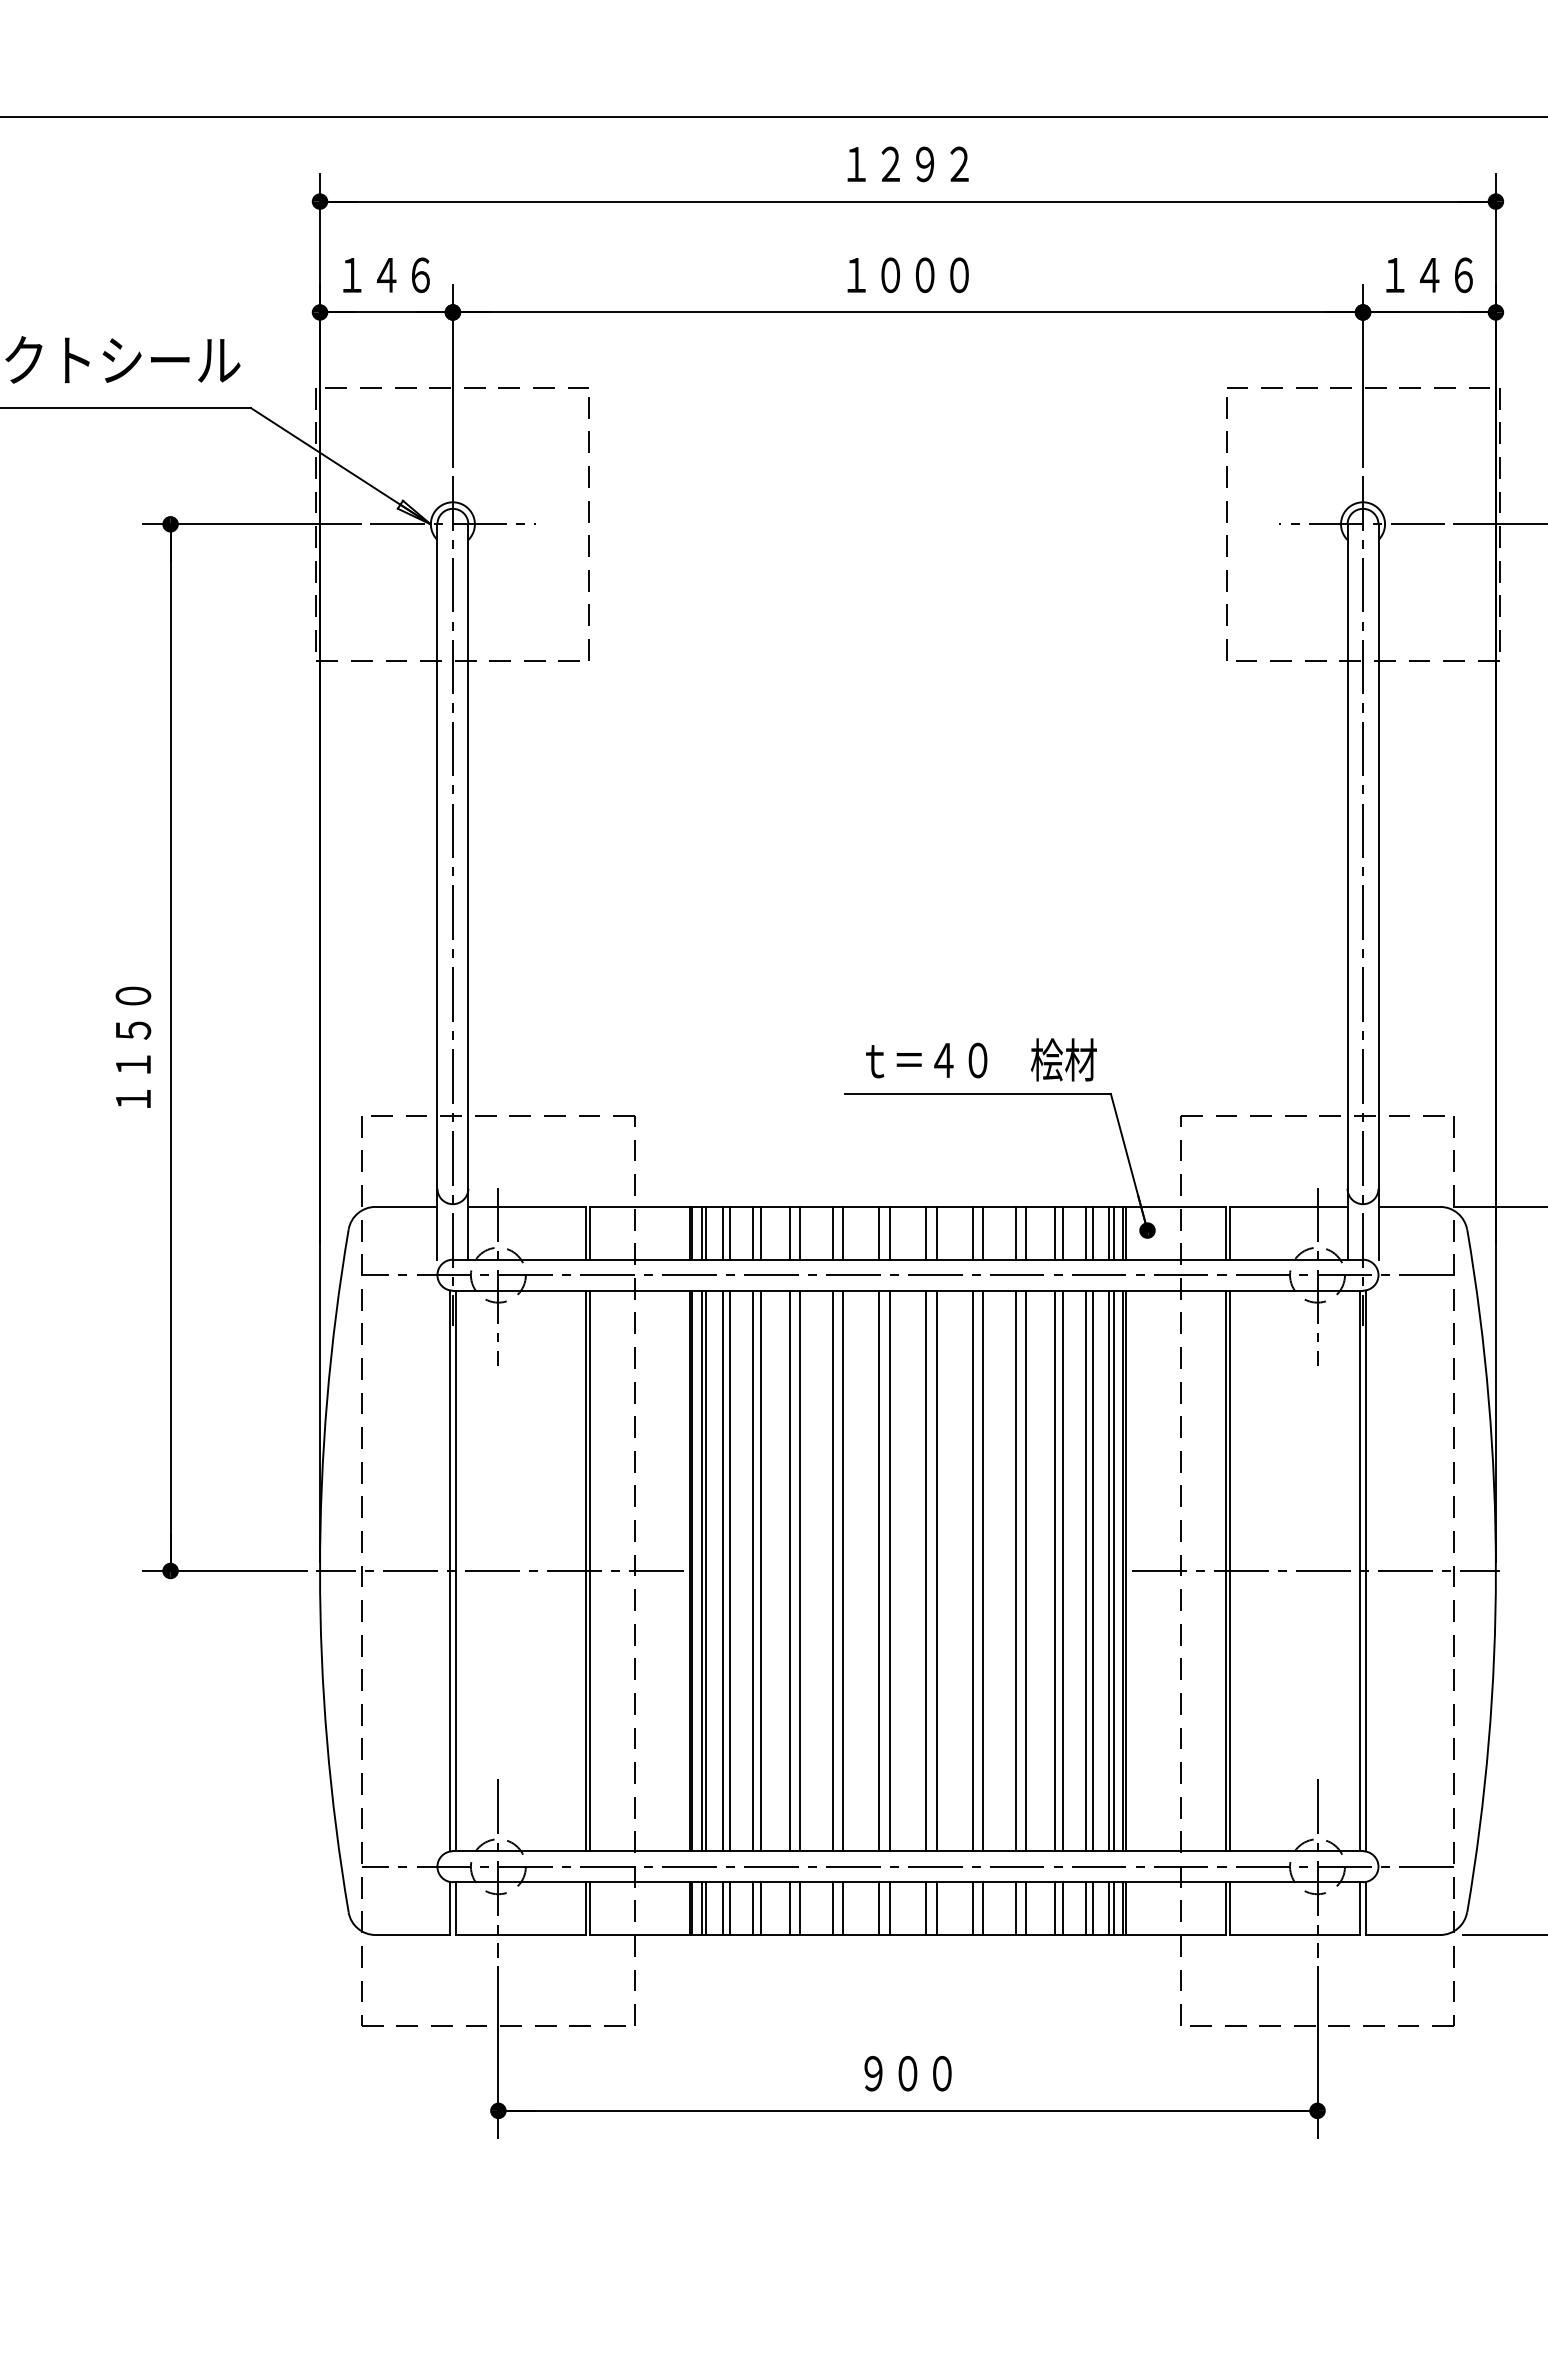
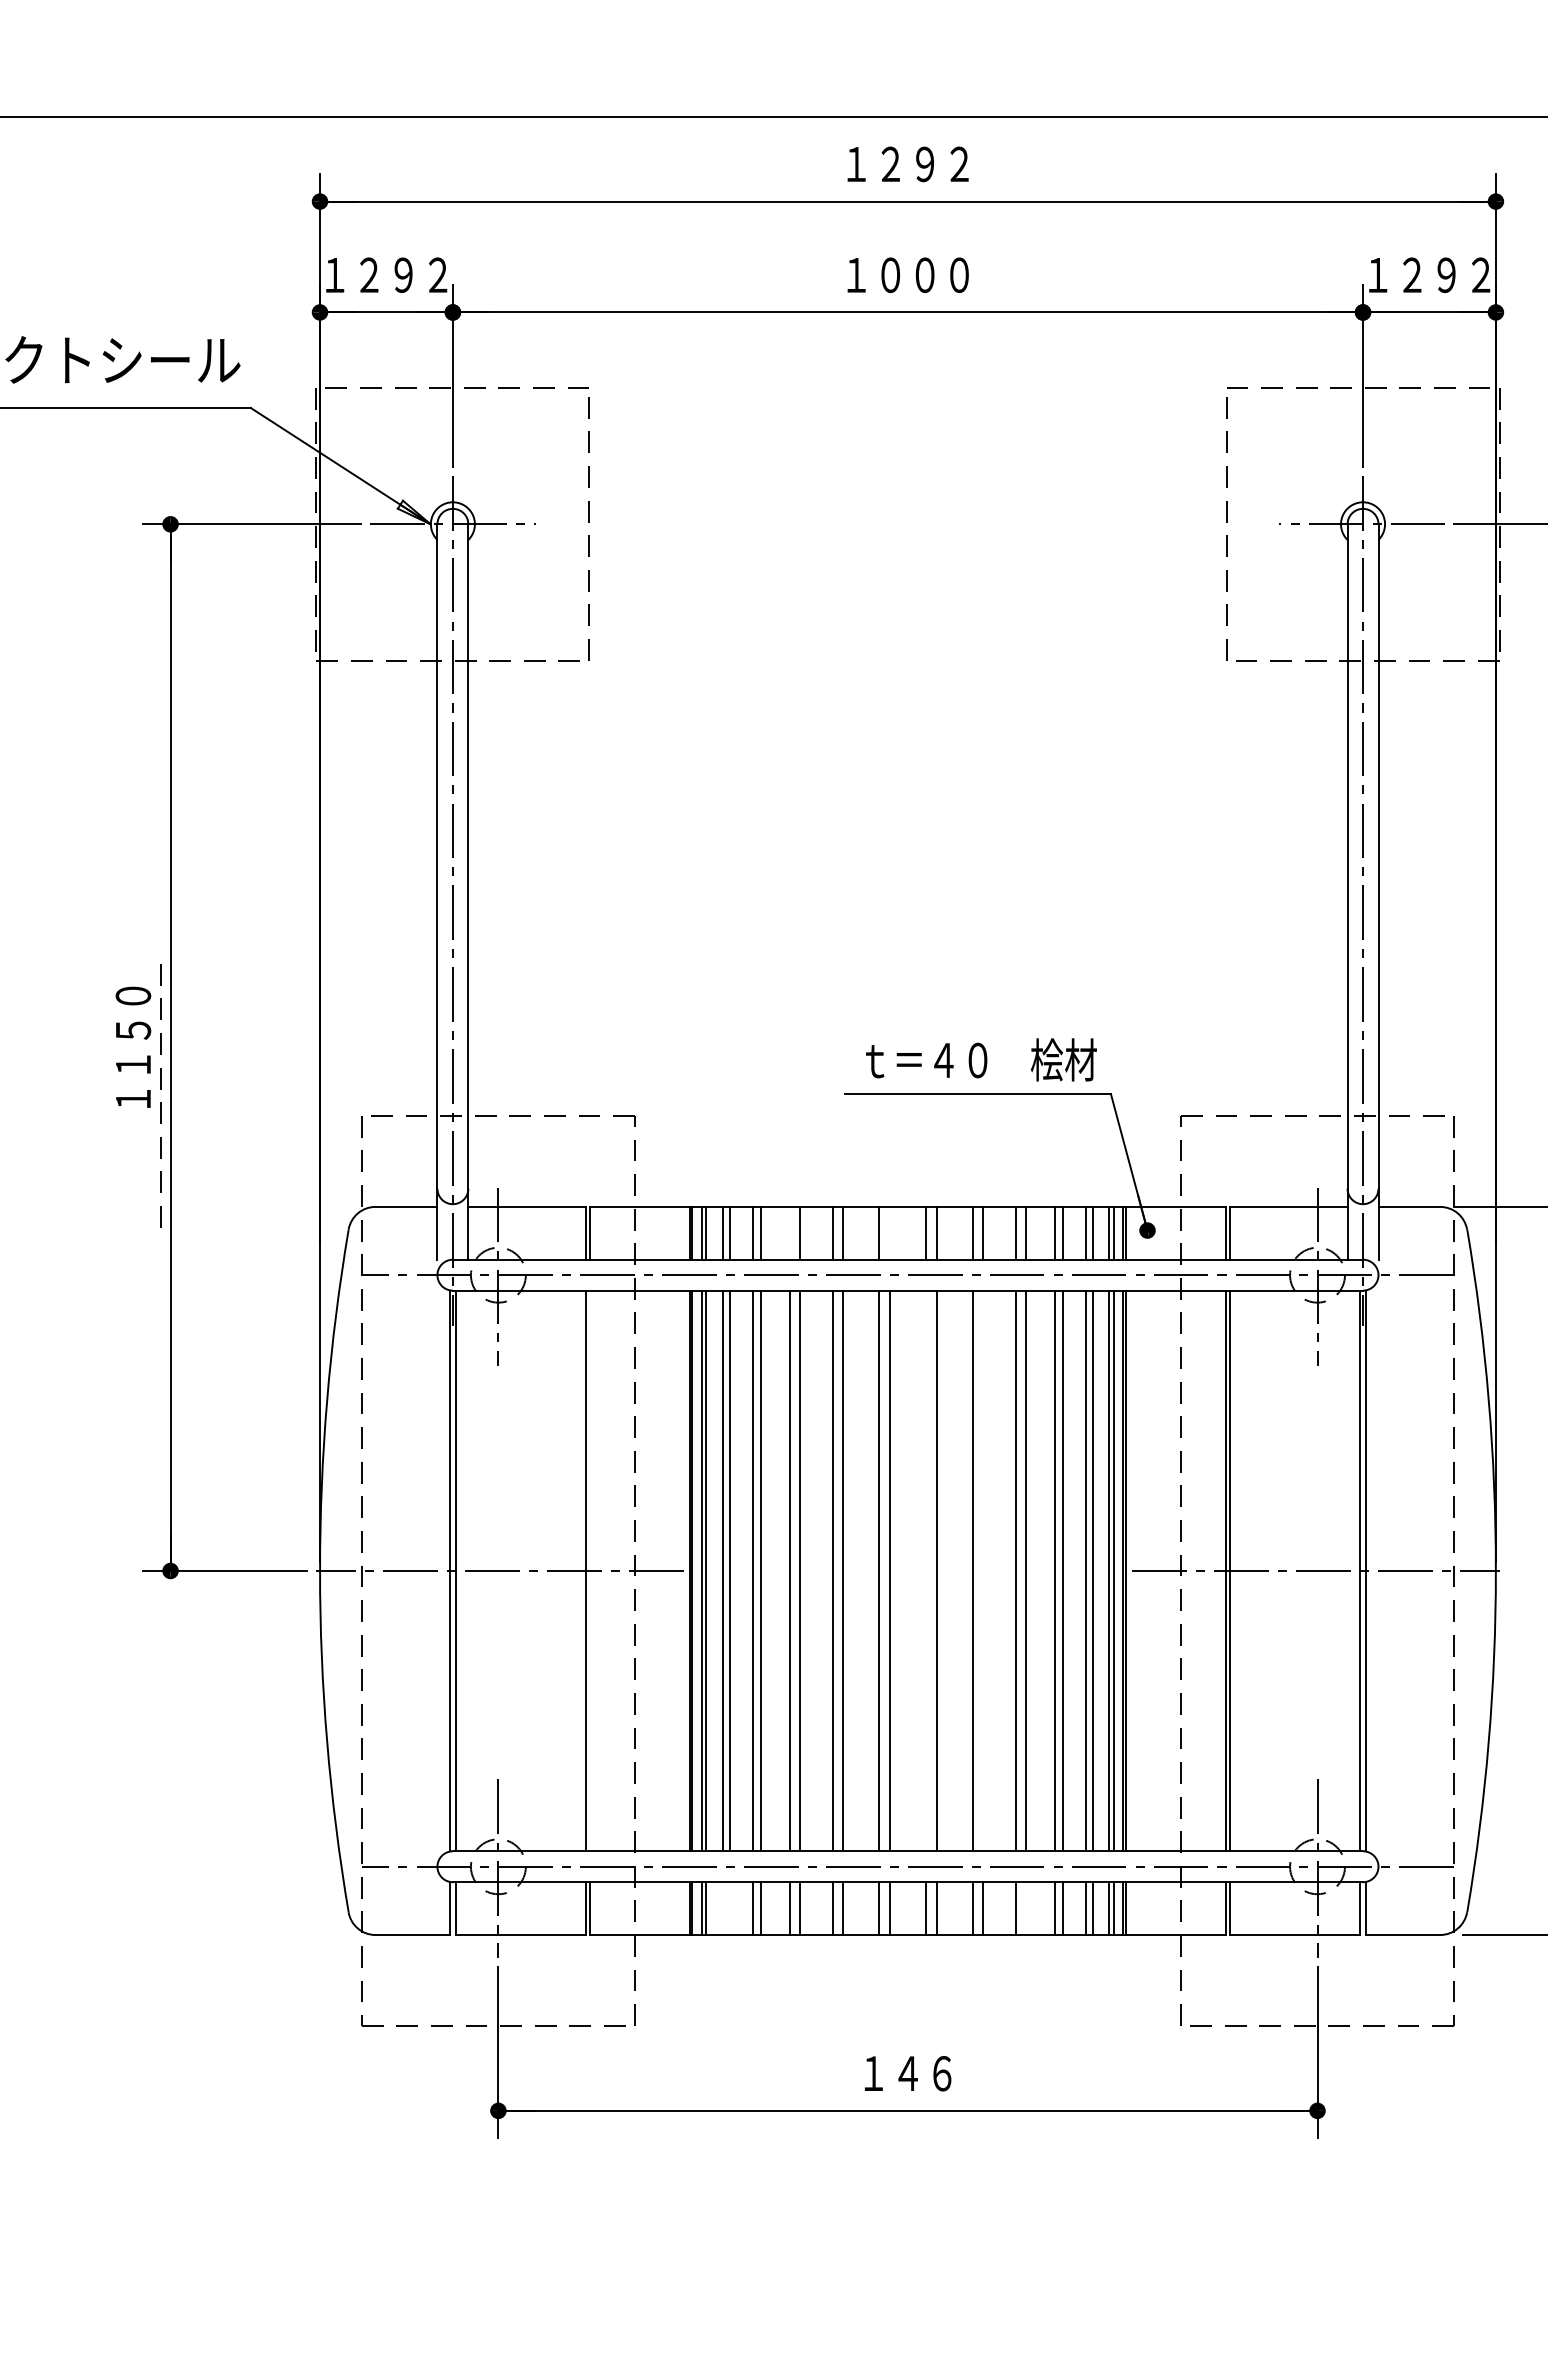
text at (386, 275): １４６ -> １２９２
text at (1429, 275): １４６ -> １２９２
line at (160, 1089): none -> present
line at (790, 1232): present -> none
line at (889, 1232): present -> none
line at (590, 1570): present -> none
line at (926, 1570): present -> none
line at (983, 1570): present -> none
line at (723, 1908): present -> none
line at (729, 1908): present -> none
line at (1025, 1908): present -> none
text at (907, 2073): ９００ -> １４６
